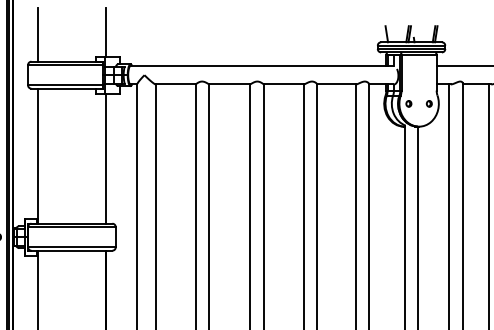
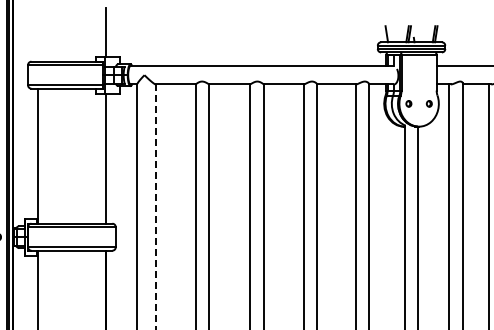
line at (38, 34): present -> none
line at (155, 207): solid -> dashed
